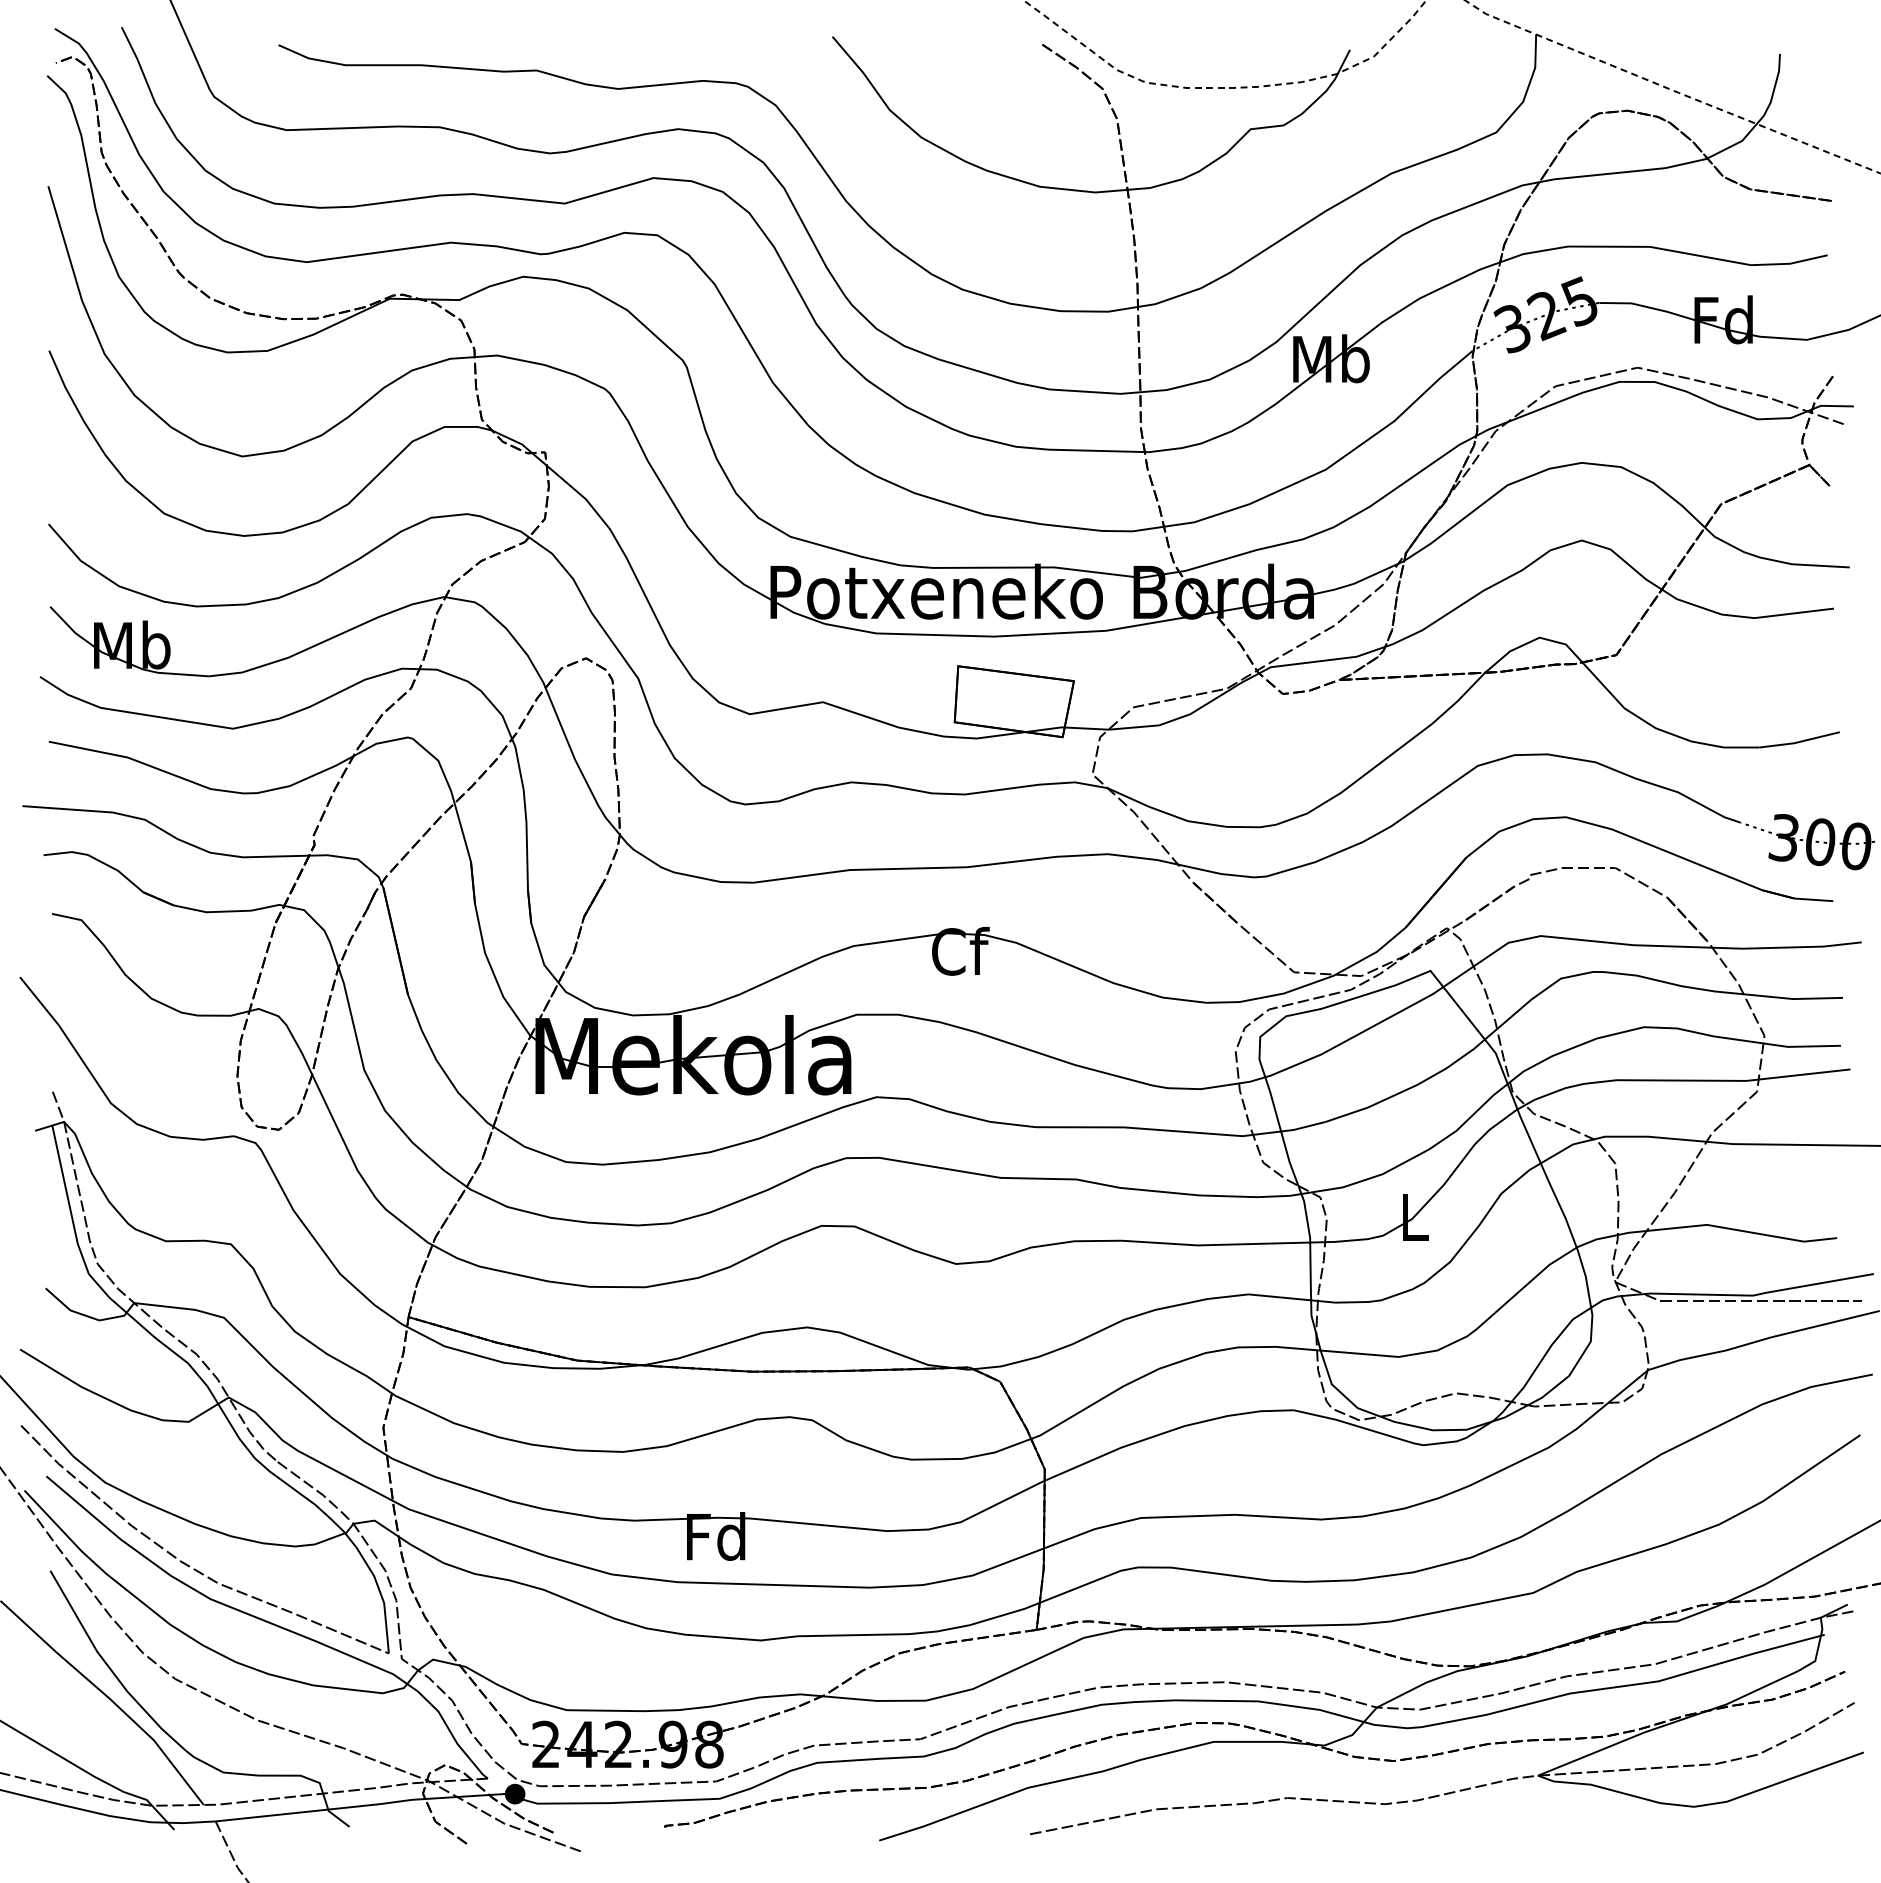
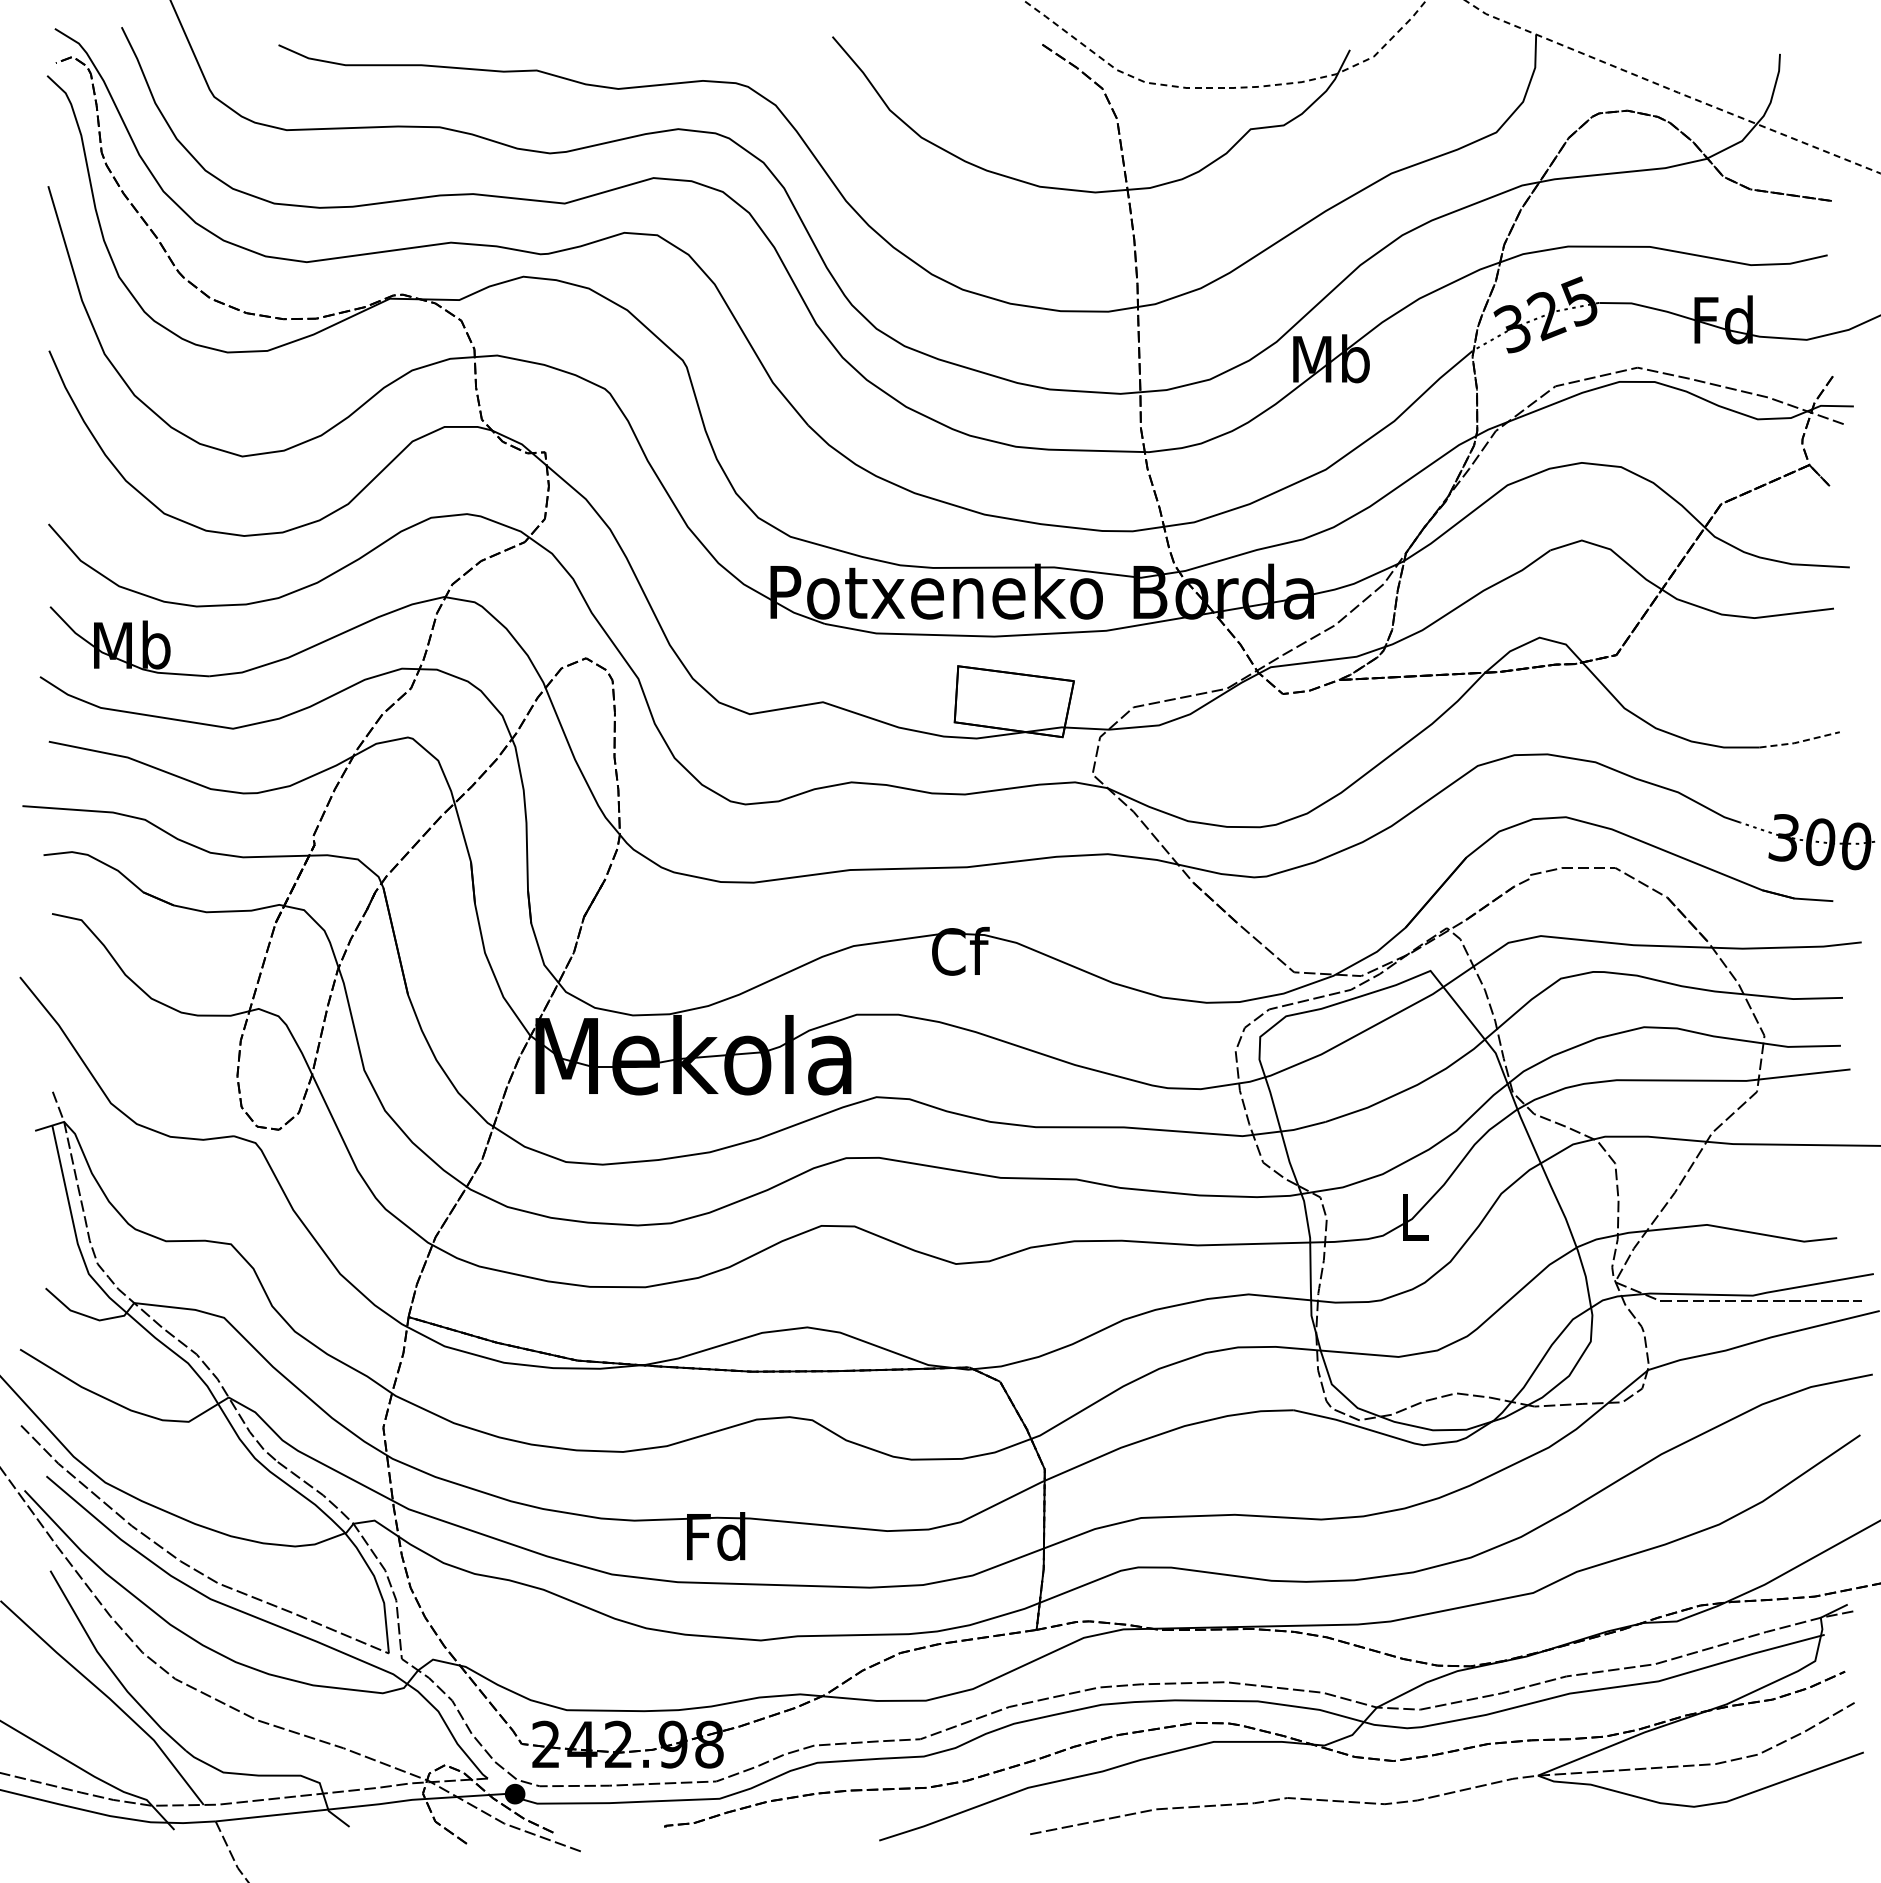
line at (1799, 741): solid -> dashed
